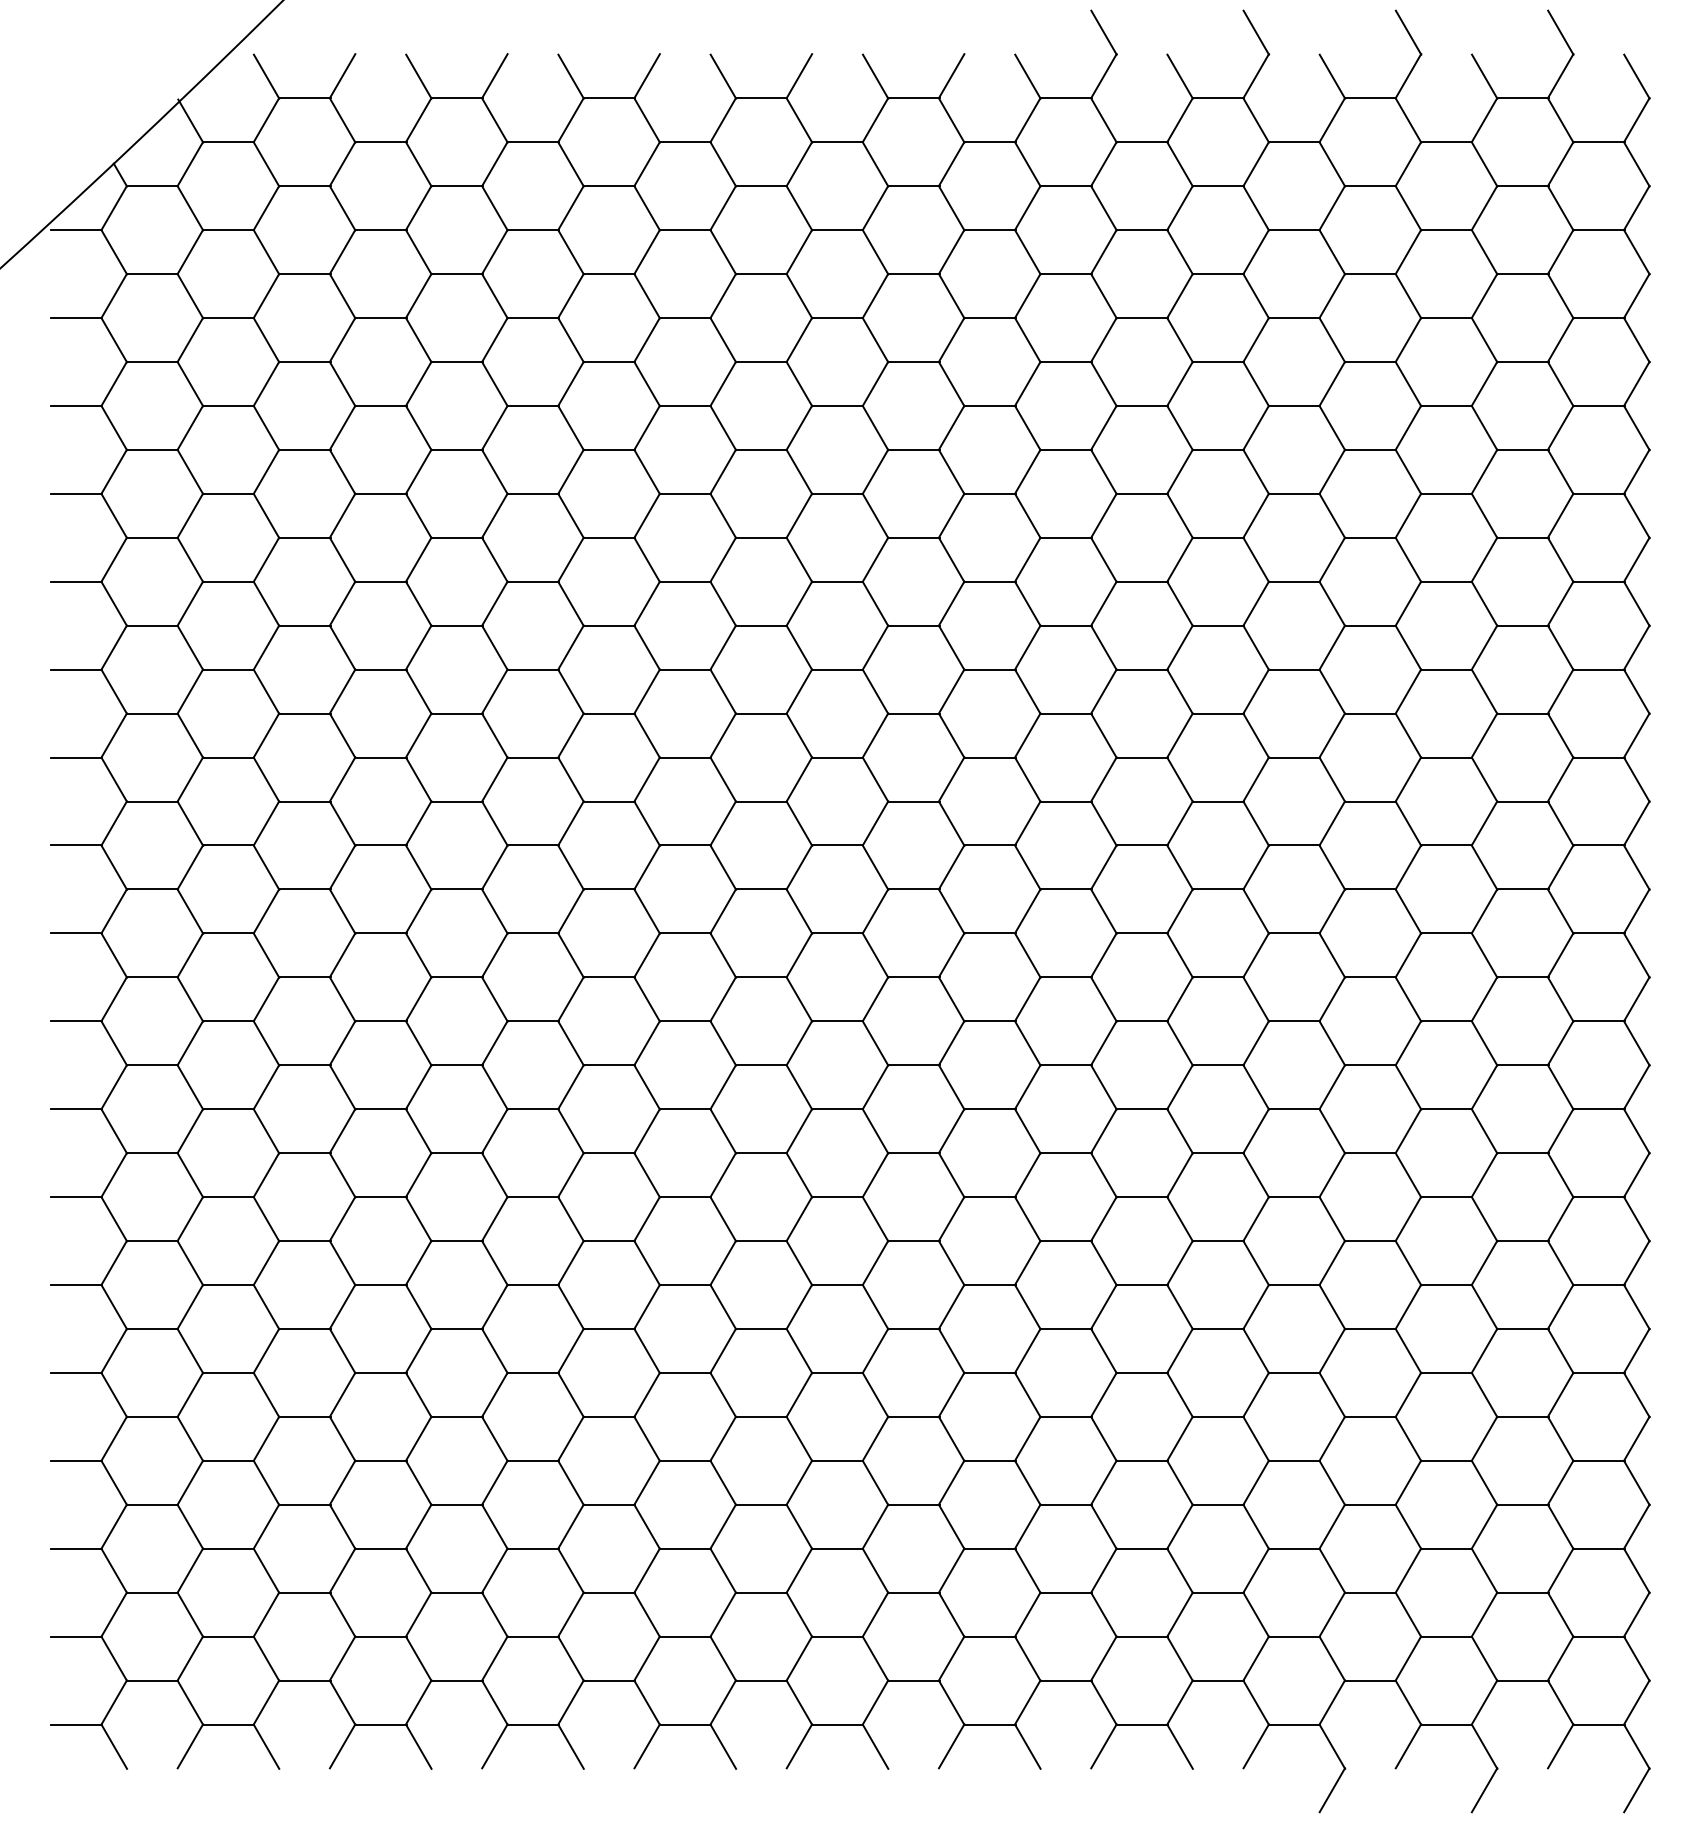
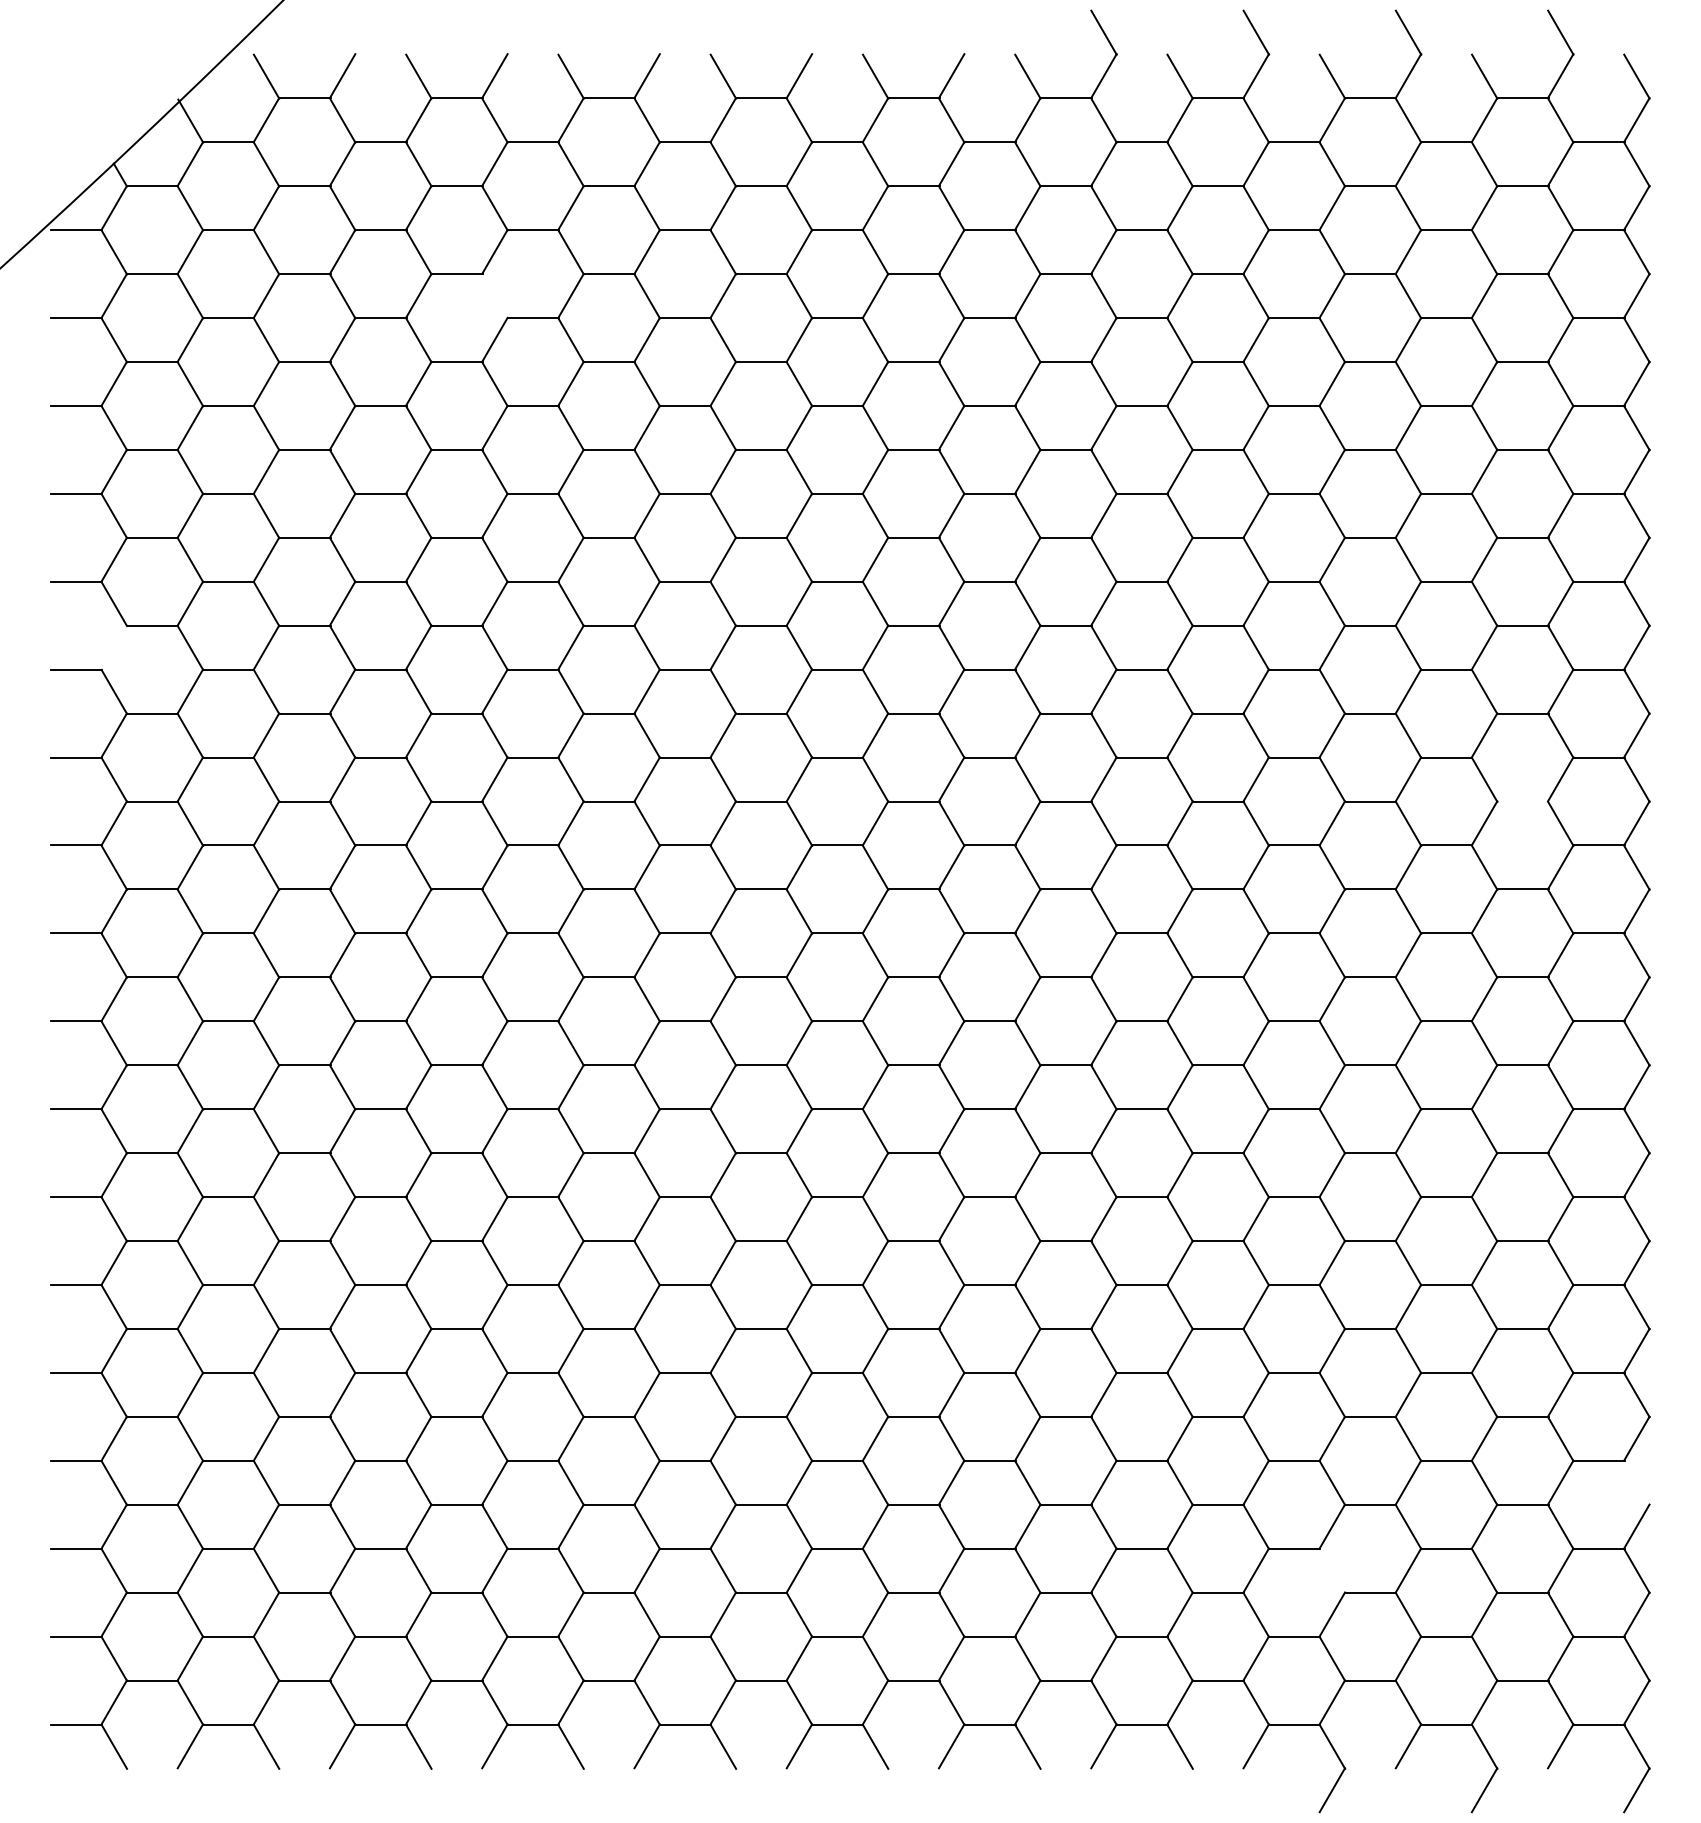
line at (494, 296): present -> none
line at (113, 647): present -> none
line at (1522, 801): present -> none
line at (1636, 1483): present -> none
line at (1332, 1571): present -> none
